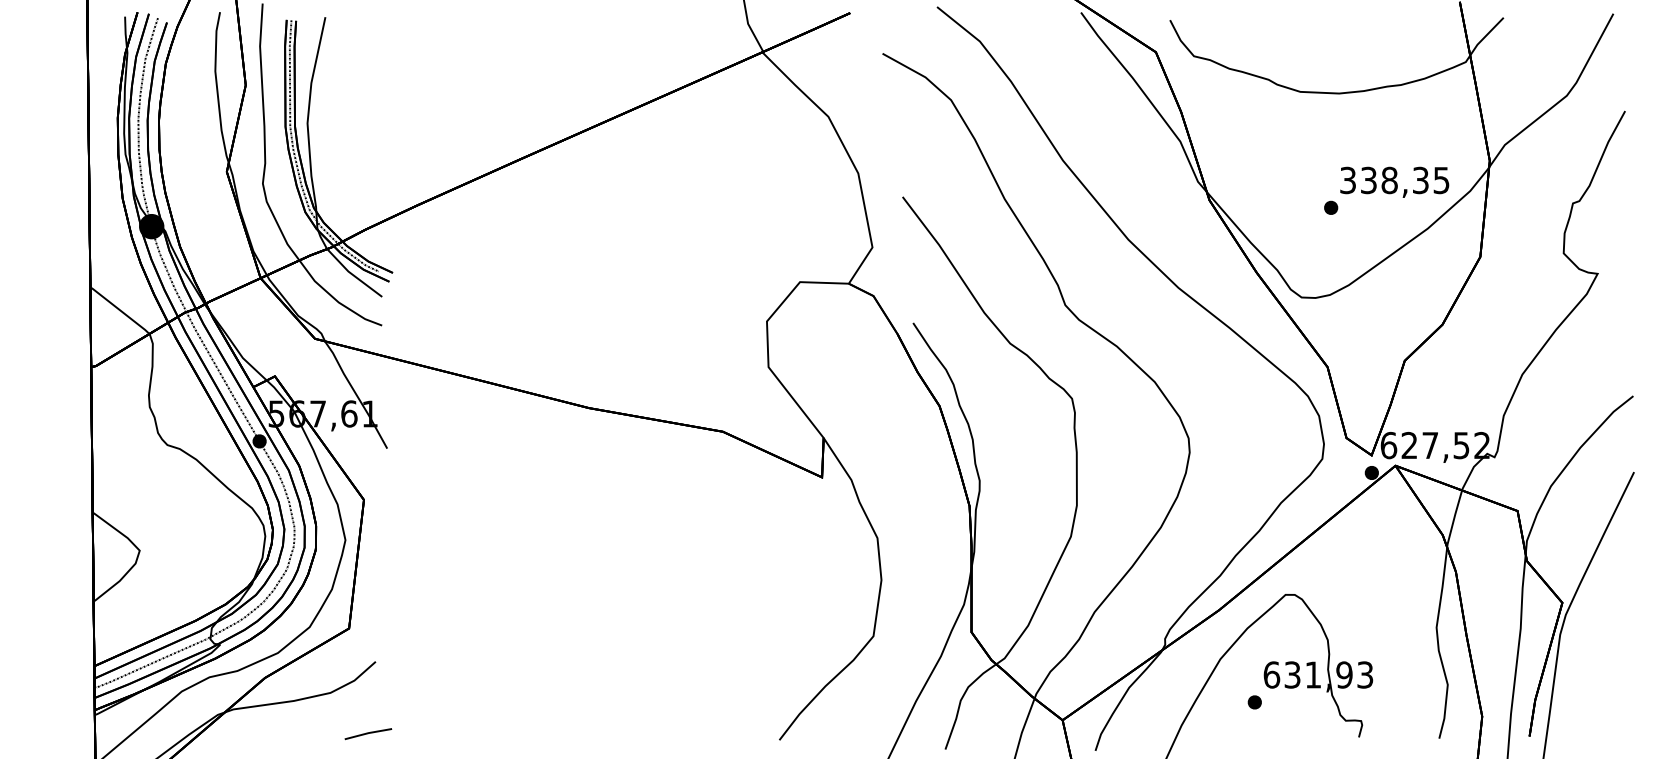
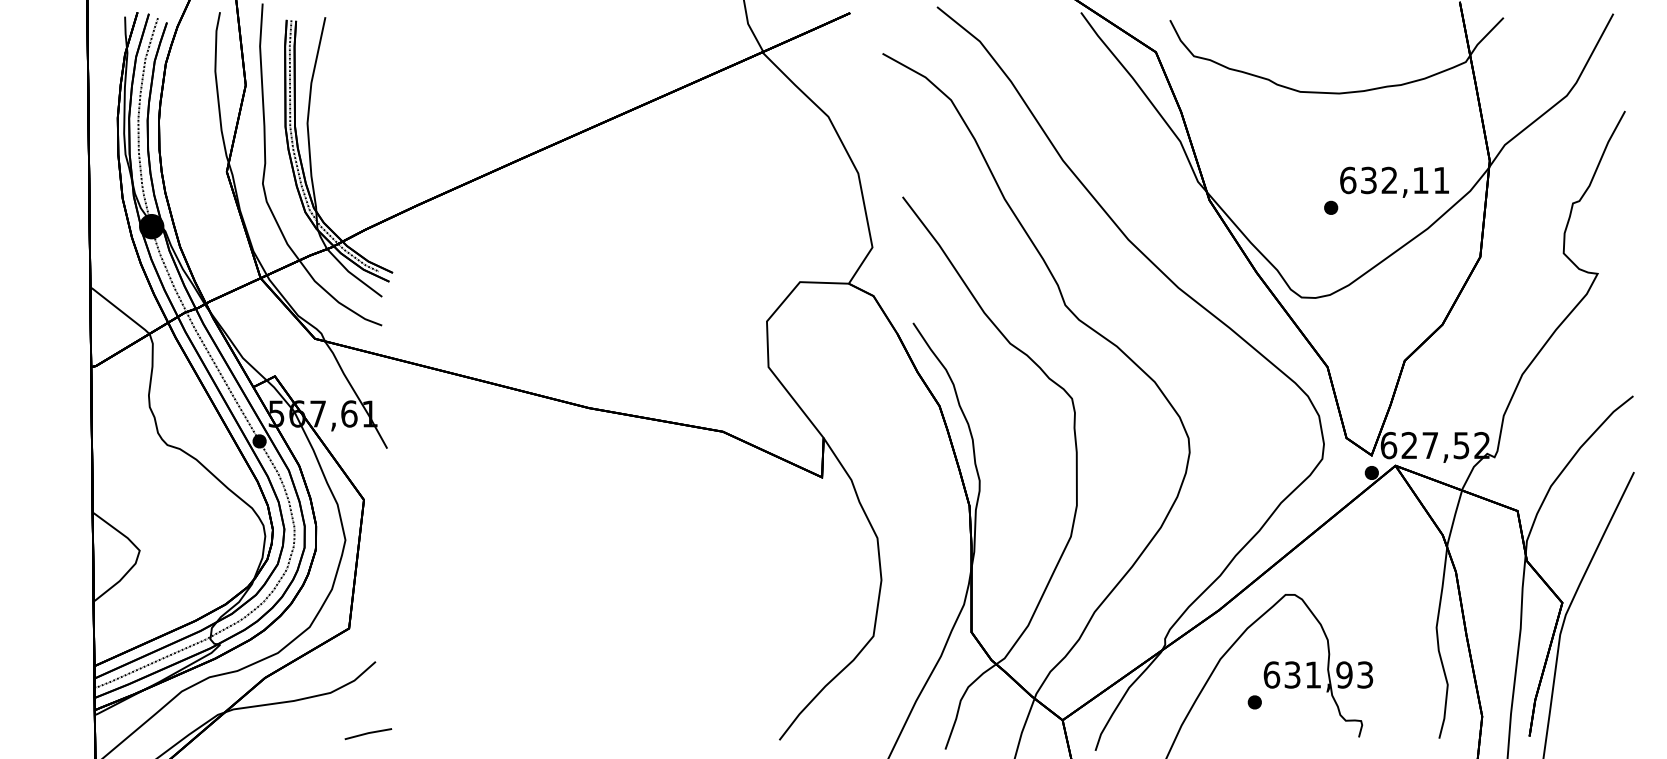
text at (1394, 180): 338,35 -> 632,11
